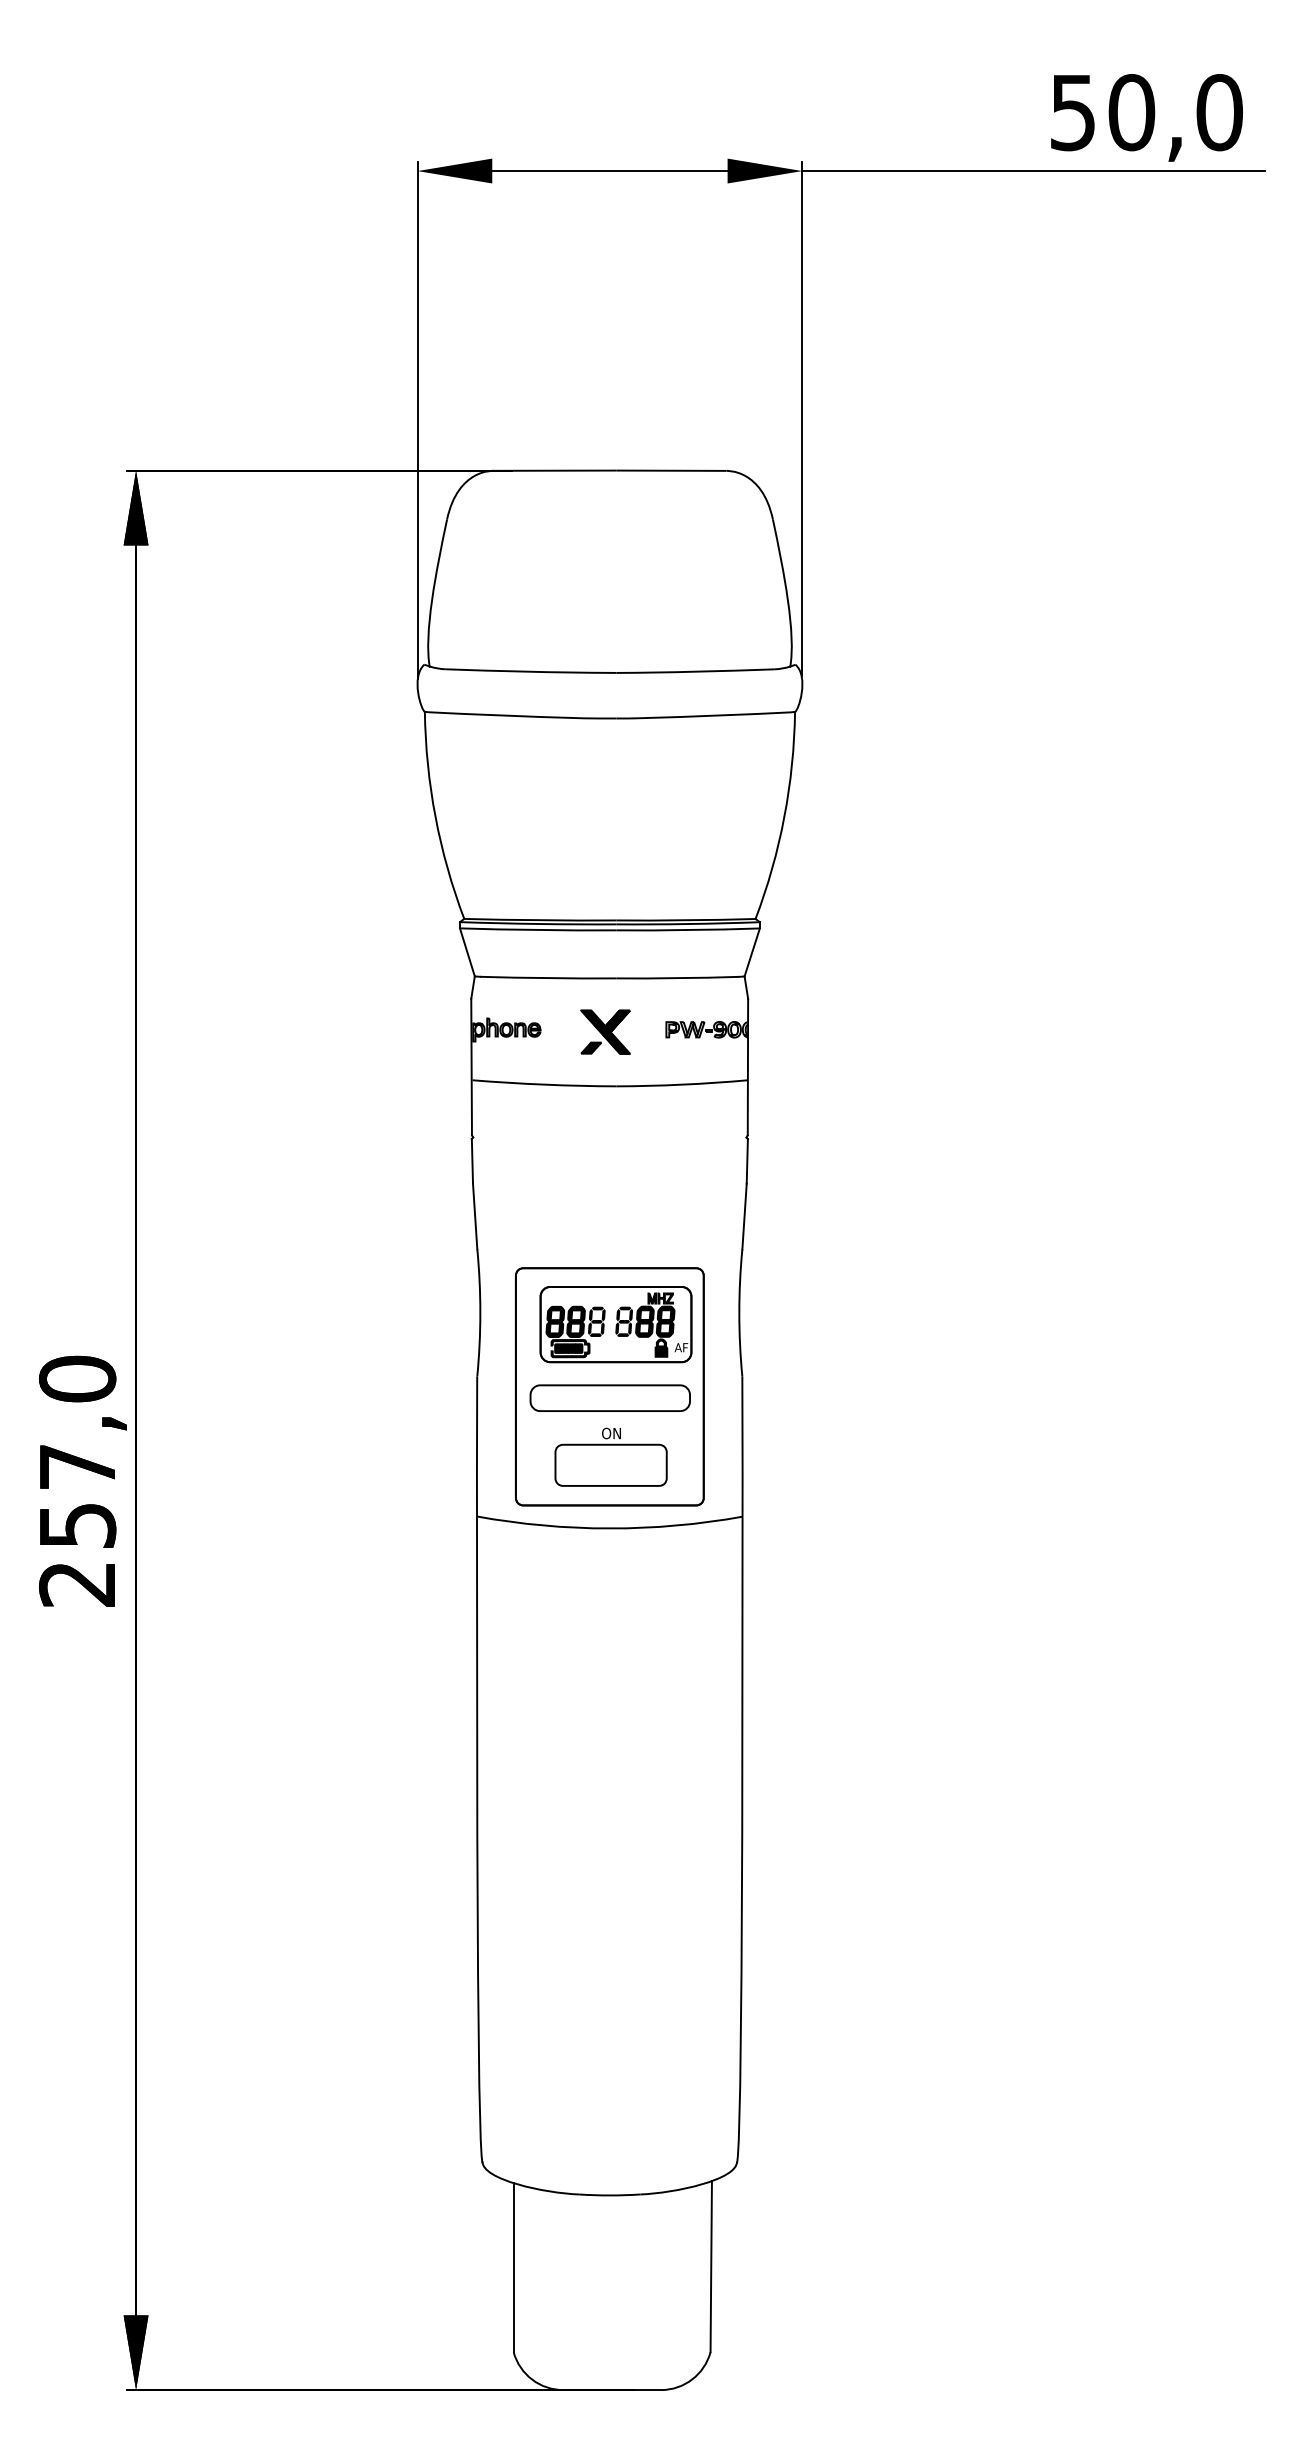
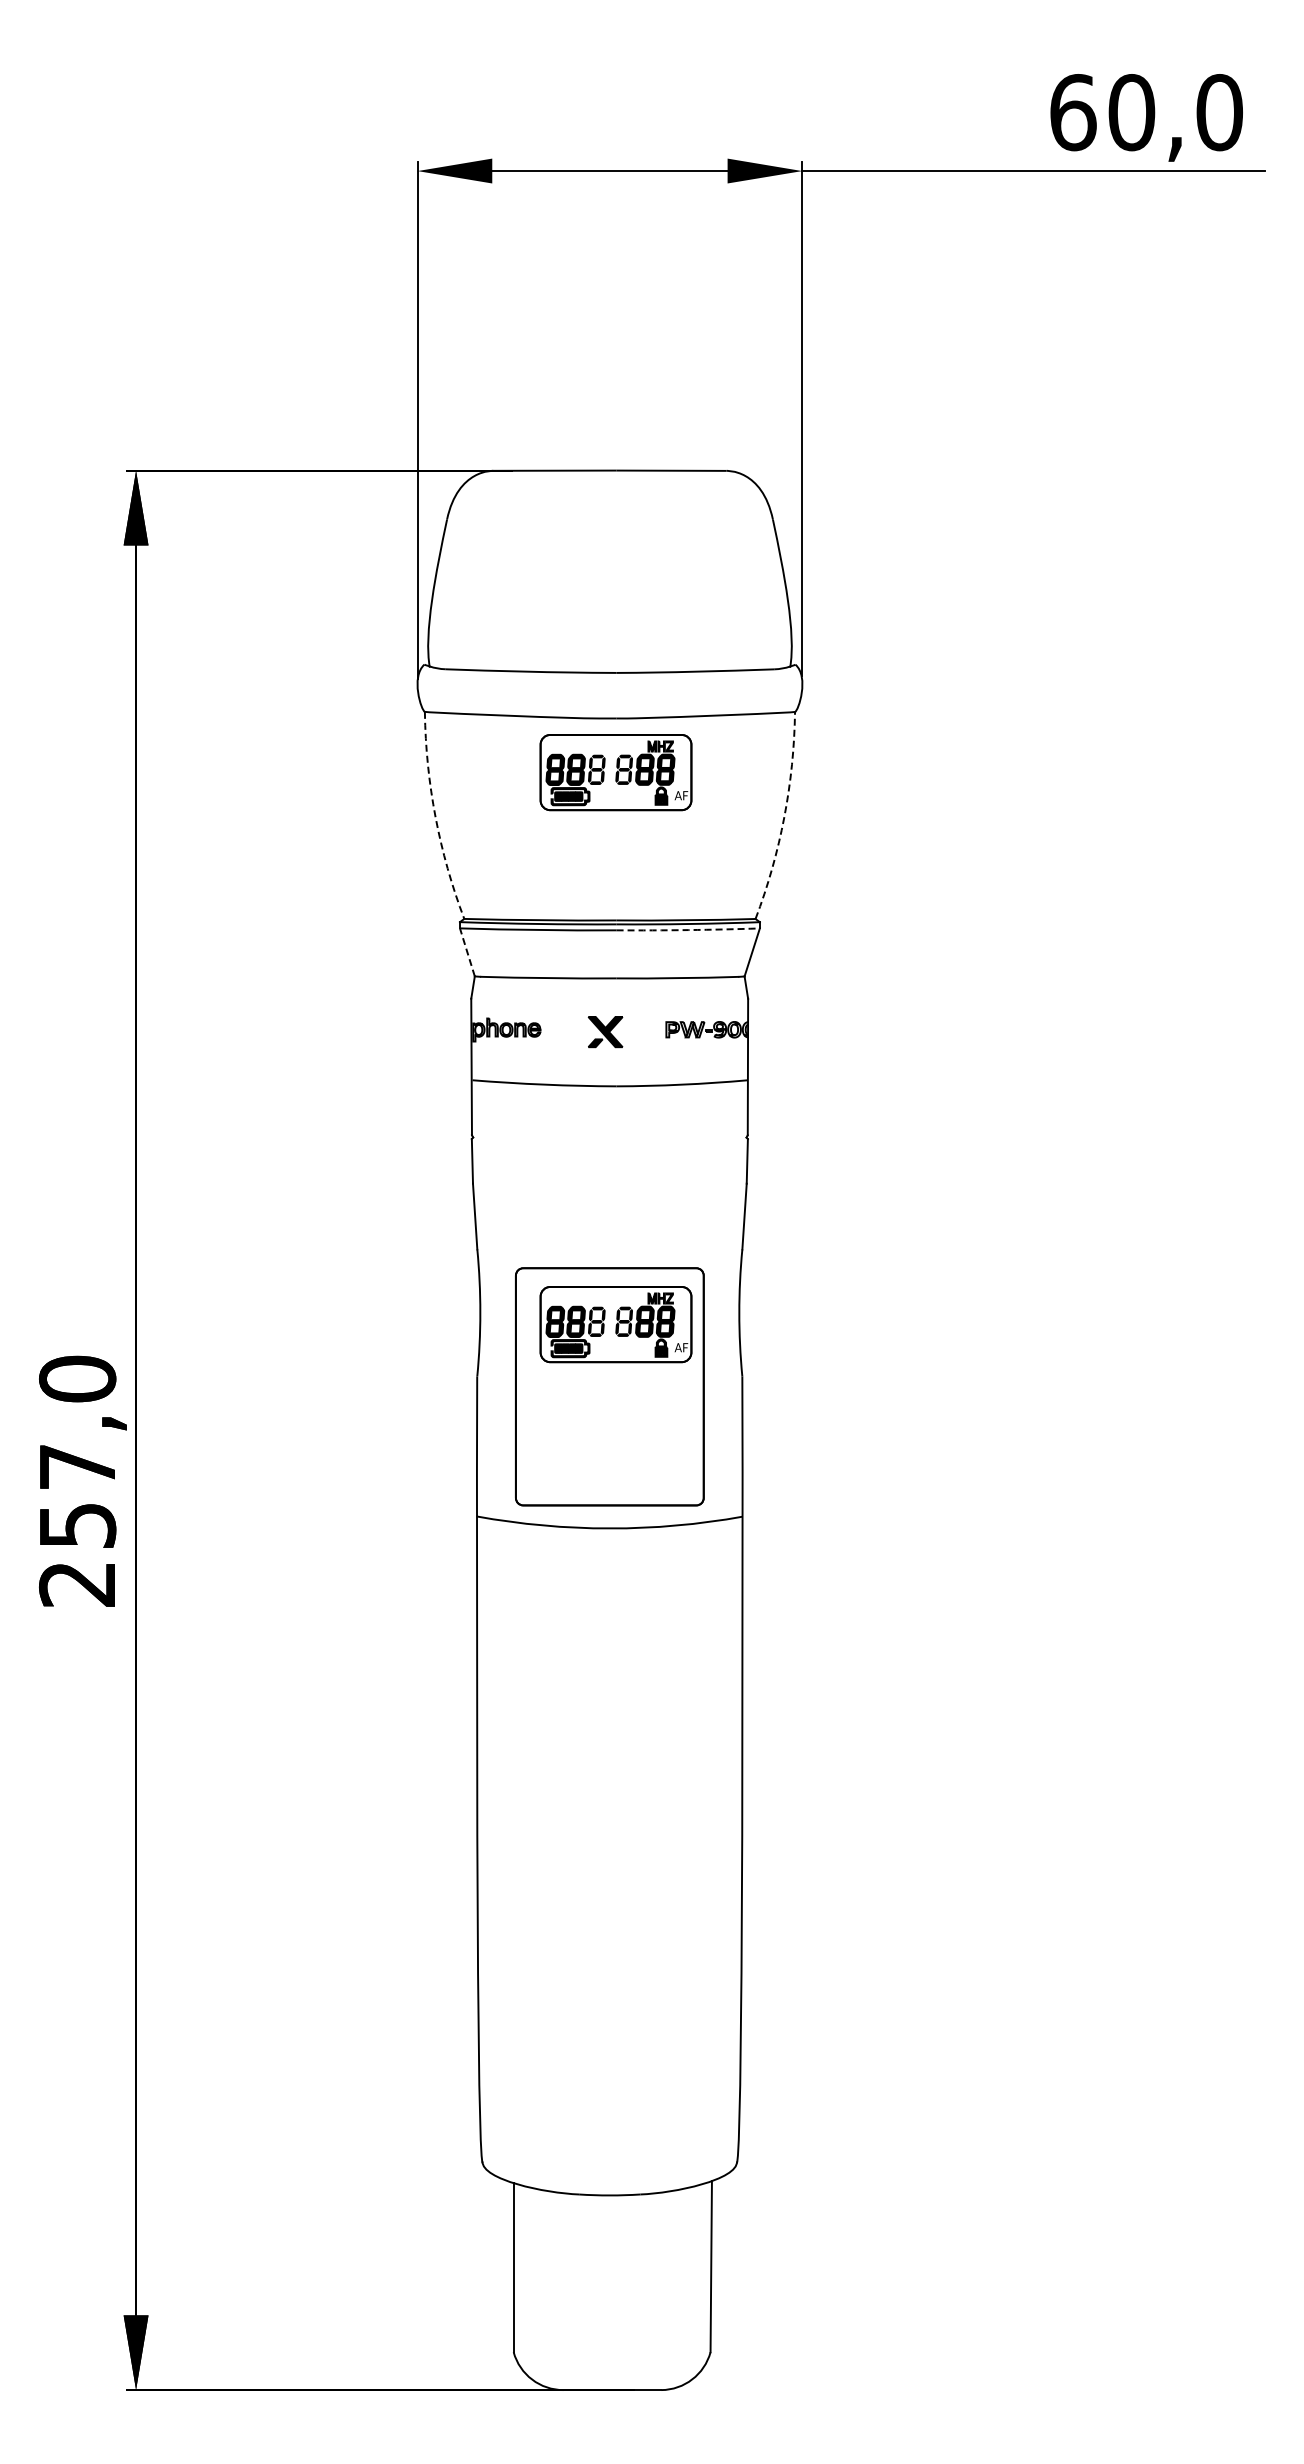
text at (1073, 112): 50,0 -> 60,0
part at (615, 772): none -> present
arc at (435, 817): solid -> dashed
arc at (784, 817): solid -> dashed
arc at (688, 930): solid -> dashed
line at (467, 951): solid -> dashed
part at (605, 1031) size: 51x46 px -> 37x33 px
part at (609, 1397): present -> none
part at (610, 1456): present -> none
